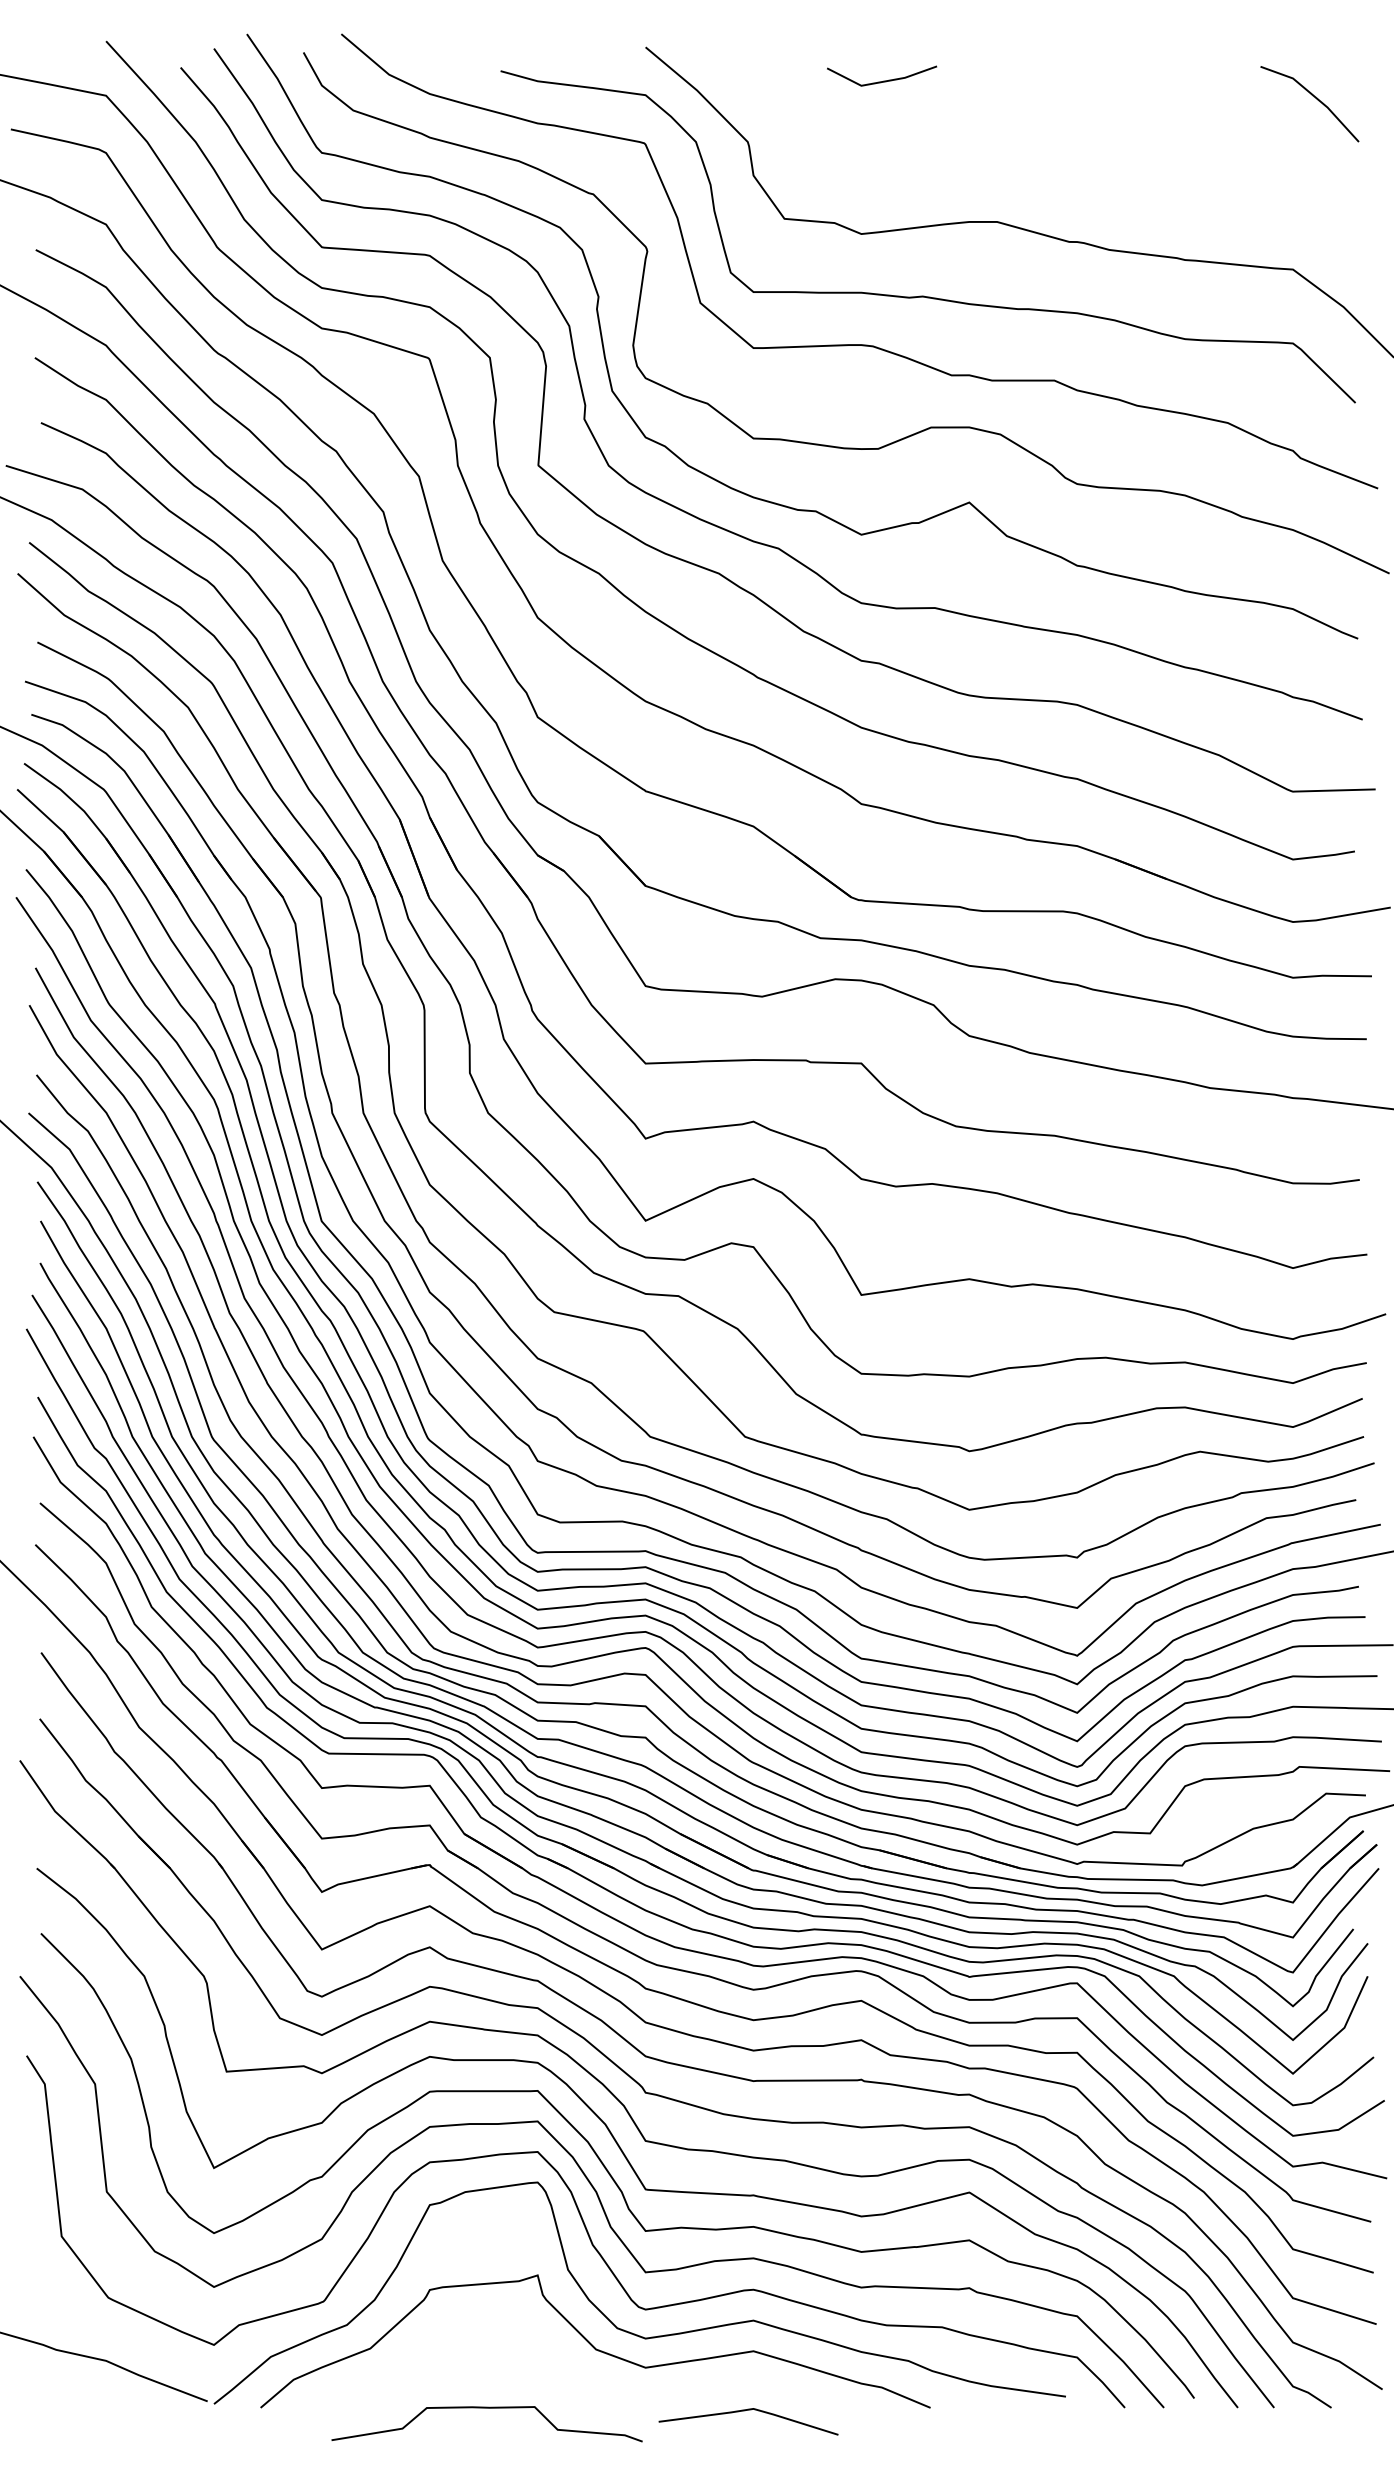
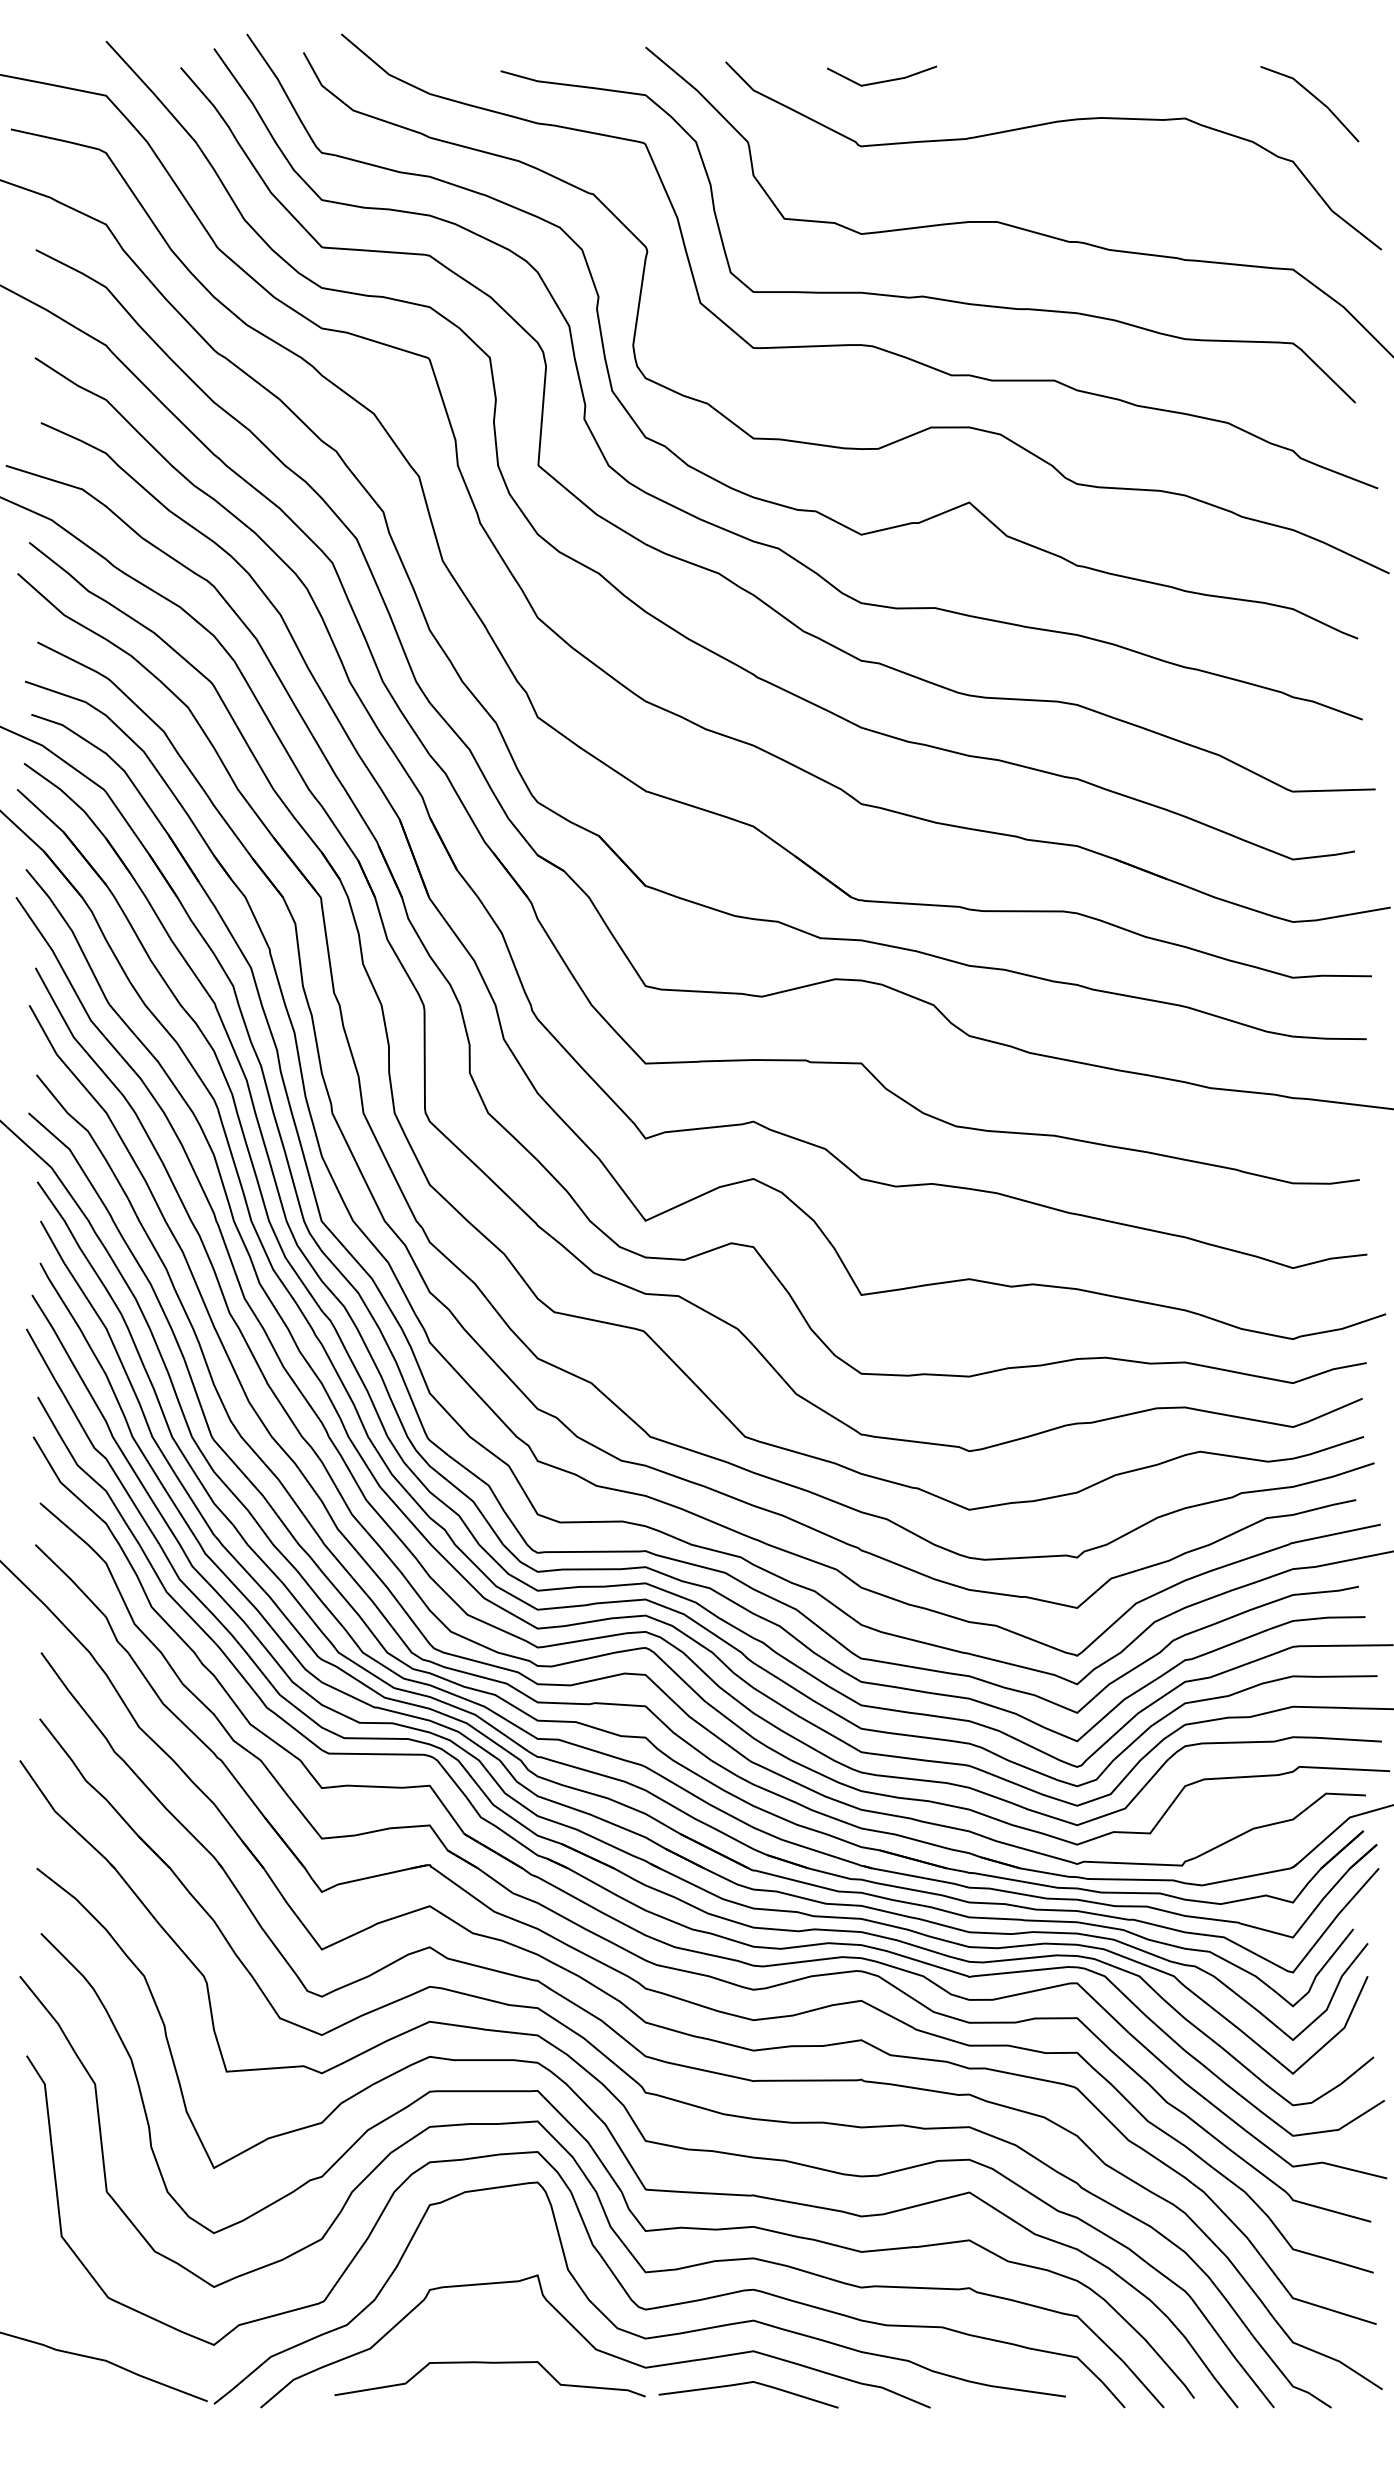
curve at (1049, 124): none -> present
curve at (486, 2408) position: (486, 2408) -> (489, 2363)
line at (745, 2411) position: (745, 2411) -> (745, 2384)
